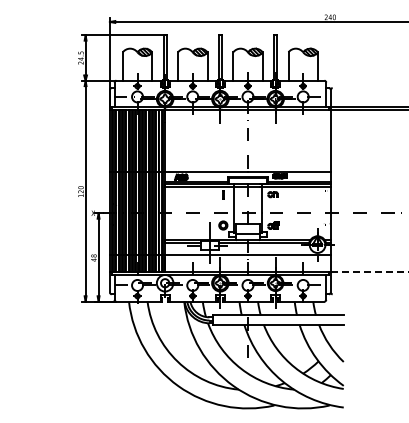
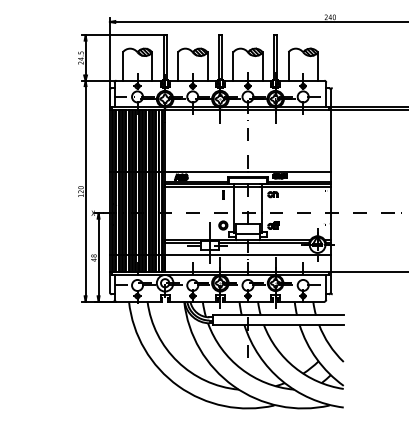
line at (369, 272): dashed -> solid
